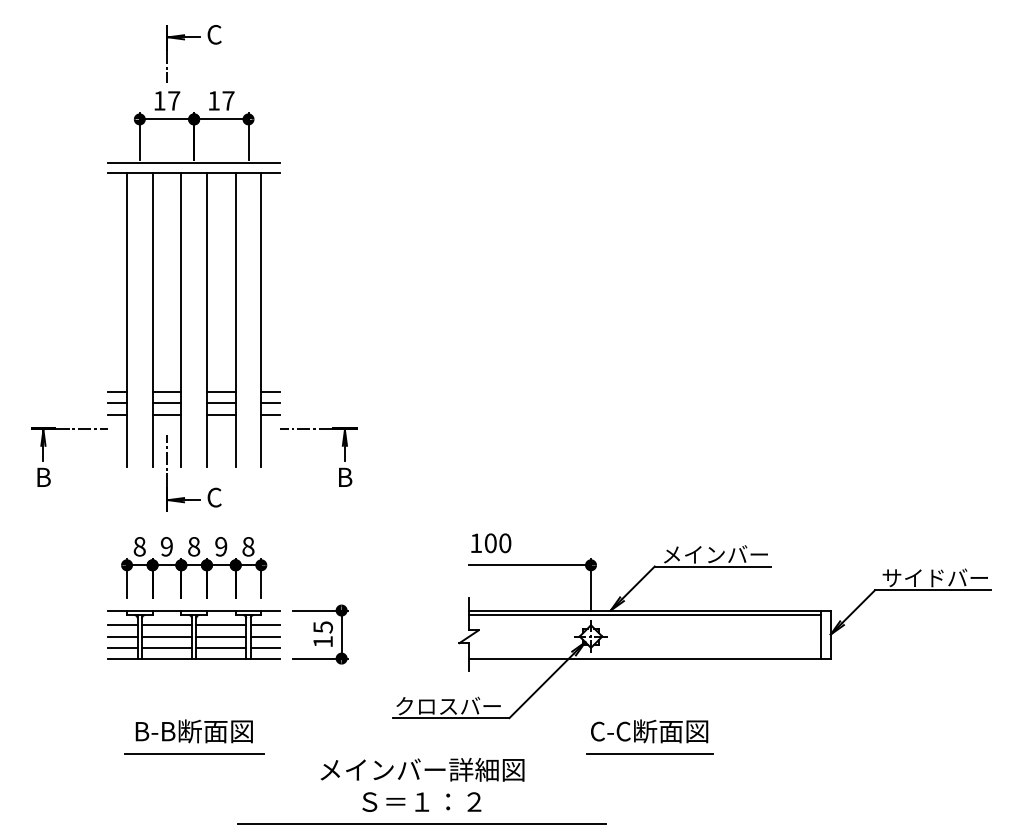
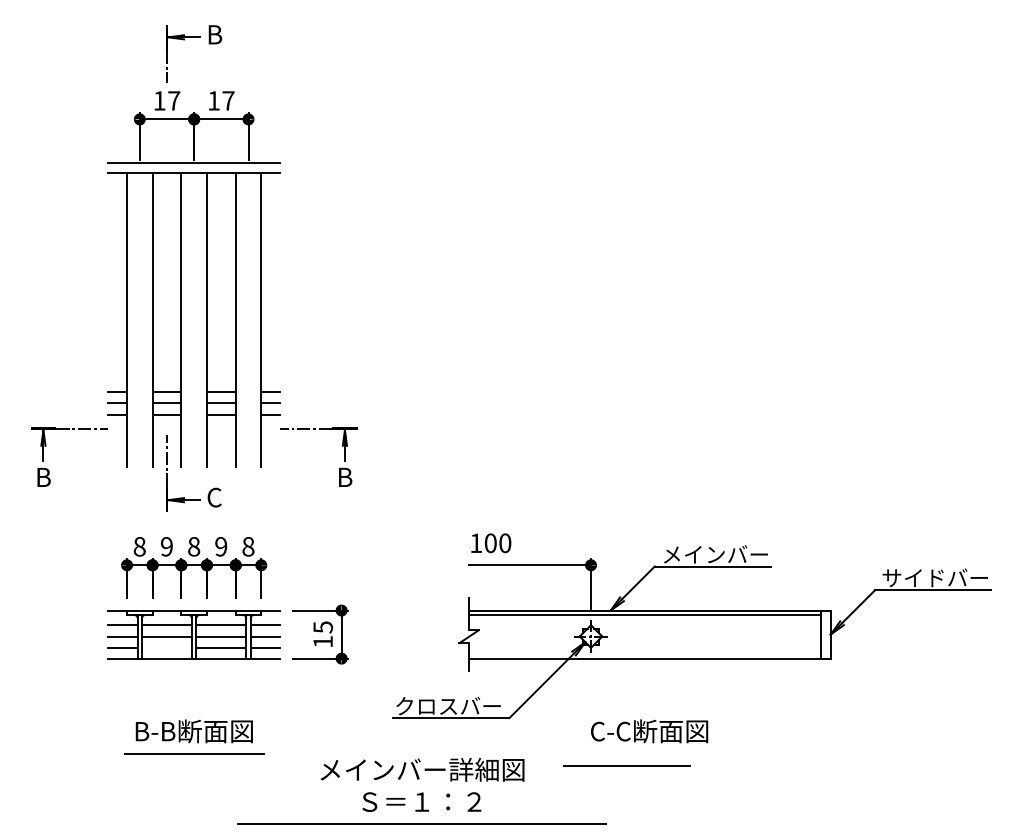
text at (214, 34): C -> B
line at (166, 647): present -> none
line at (649, 753) position: (649, 753) -> (626, 765)
